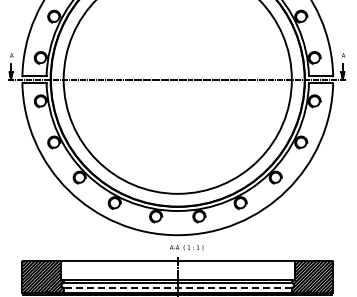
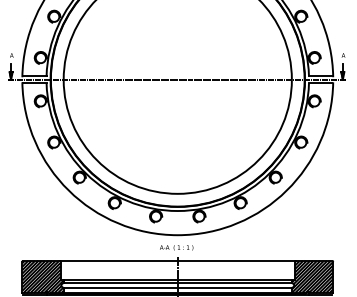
text at (186, 247) position: (186, 247) -> (176, 247)
line at (177, 287): dashed -> solid
